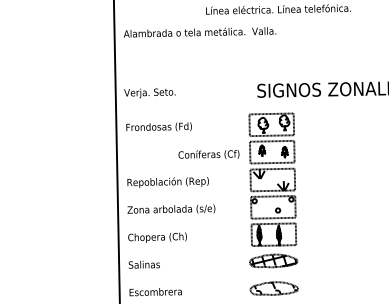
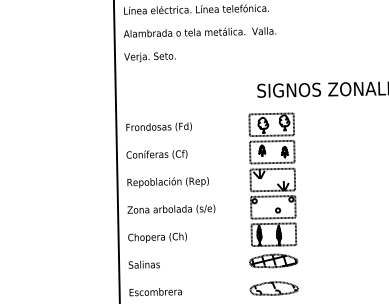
text at (278, 9) position: (278, 9) -> (196, 9)
text at (149, 93) position: (149, 93) -> (149, 57)
text at (208, 154) position: (208, 154) -> (156, 154)
